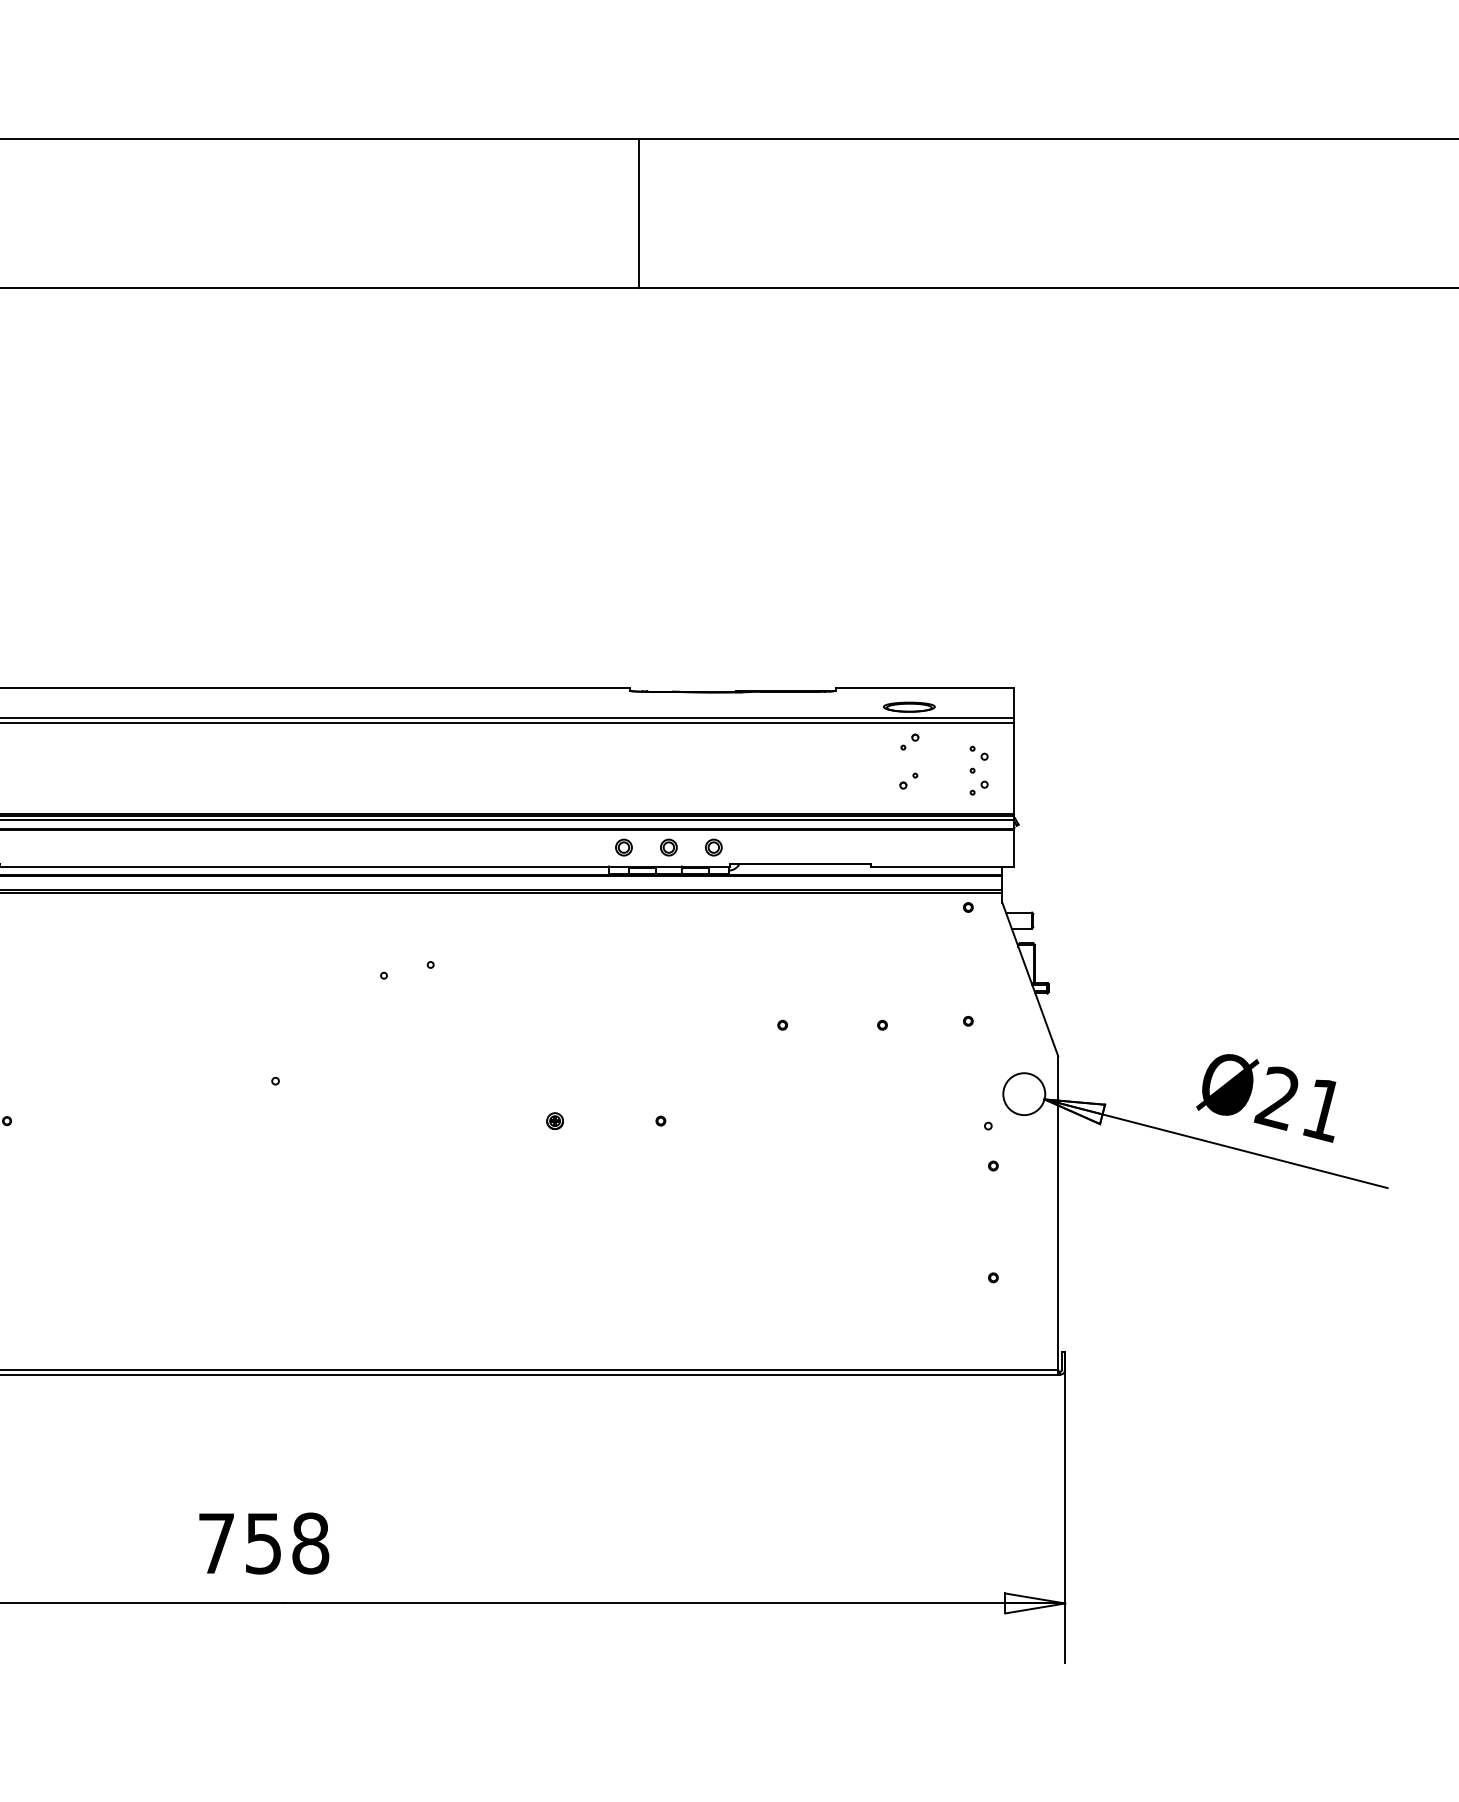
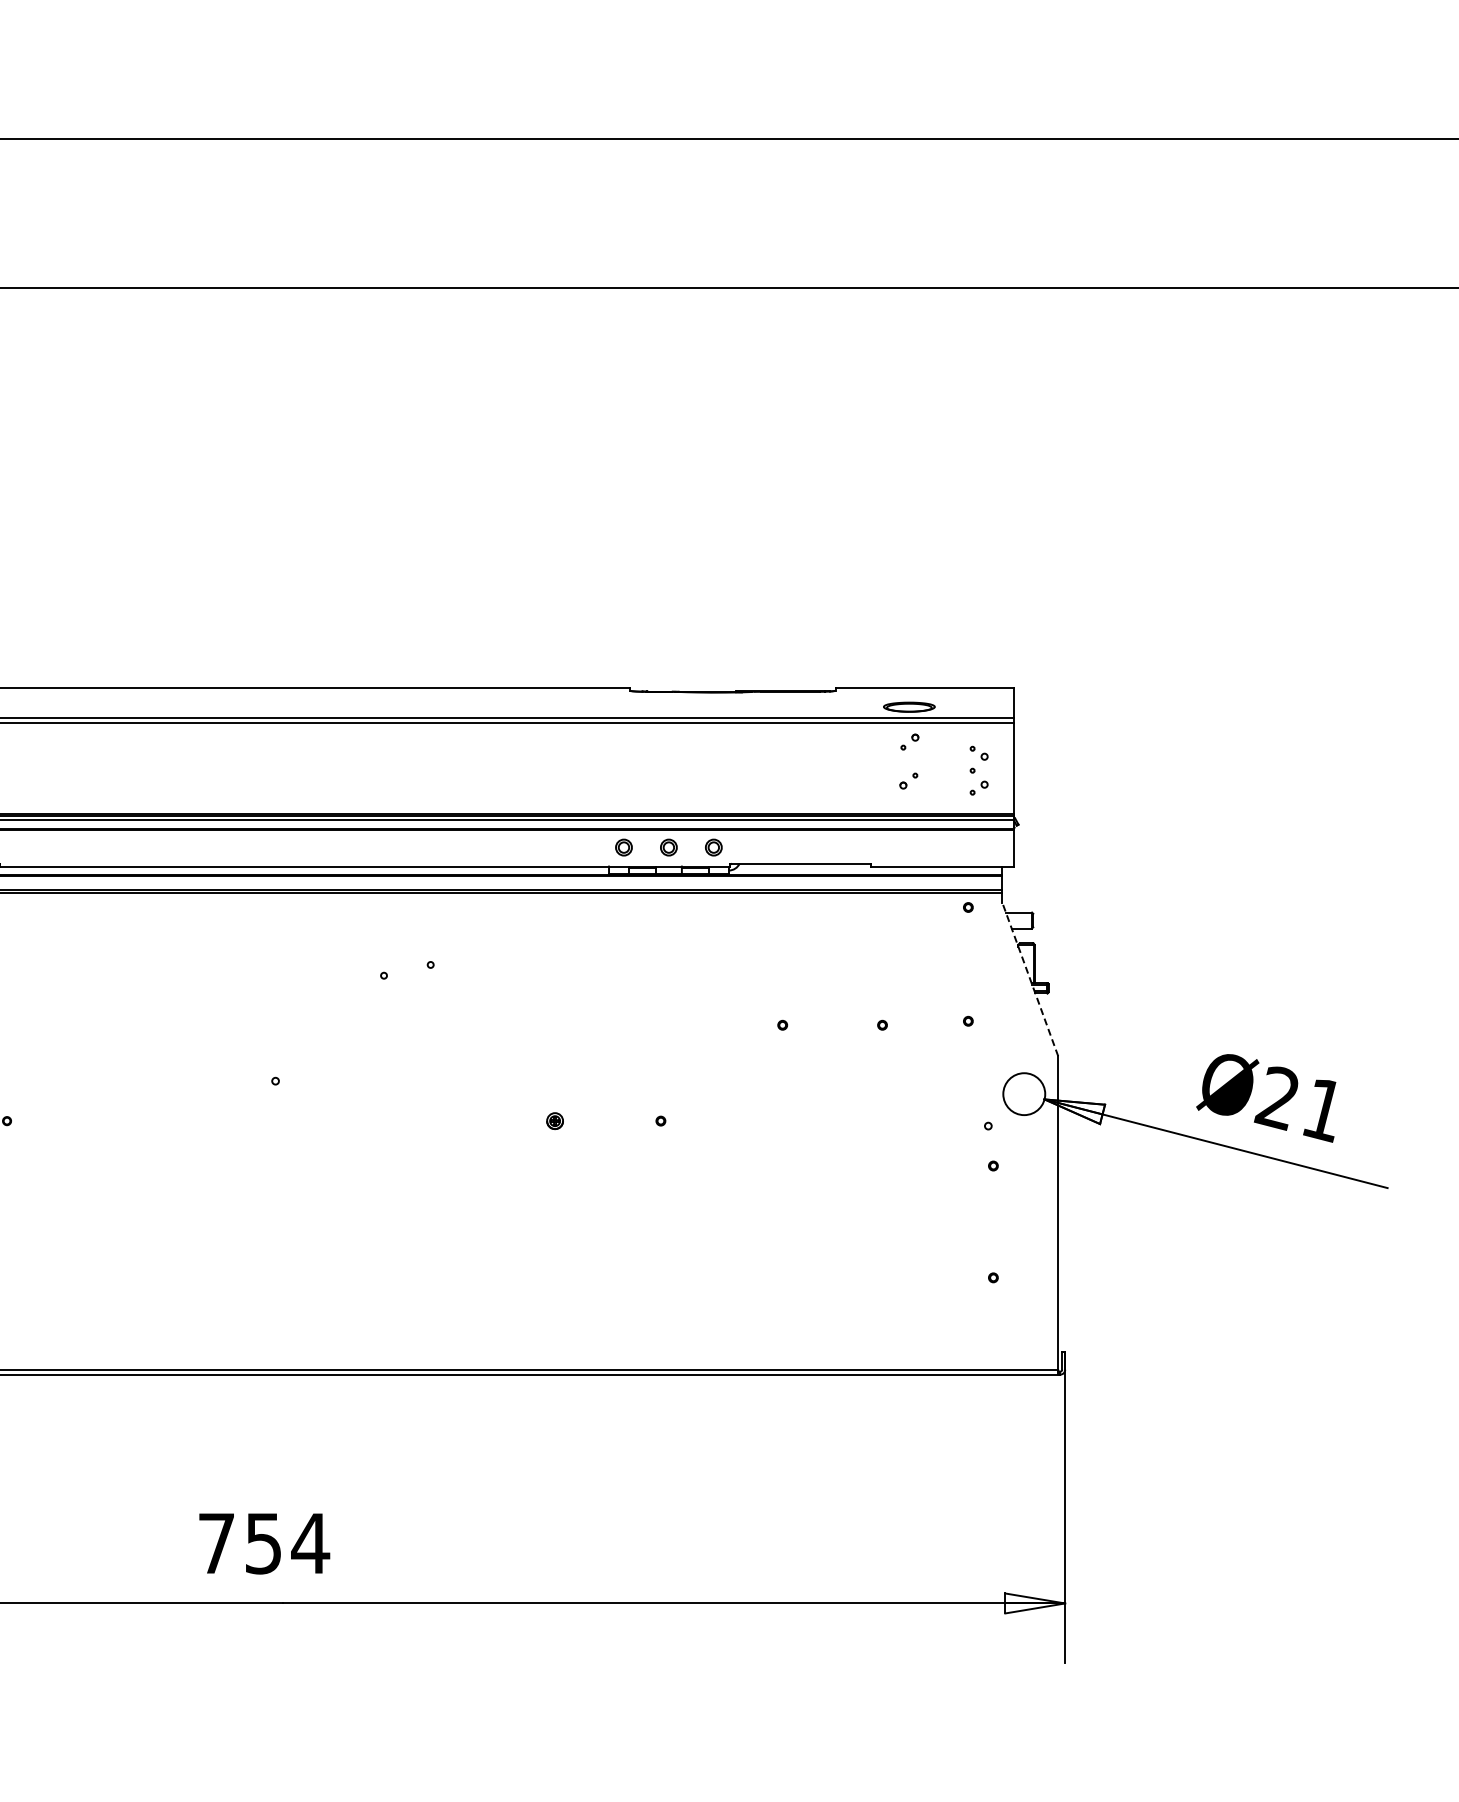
line at (638, 213): present -> none
line at (1030, 979): solid -> dashed
text at (310, 1543): 758 -> 754
